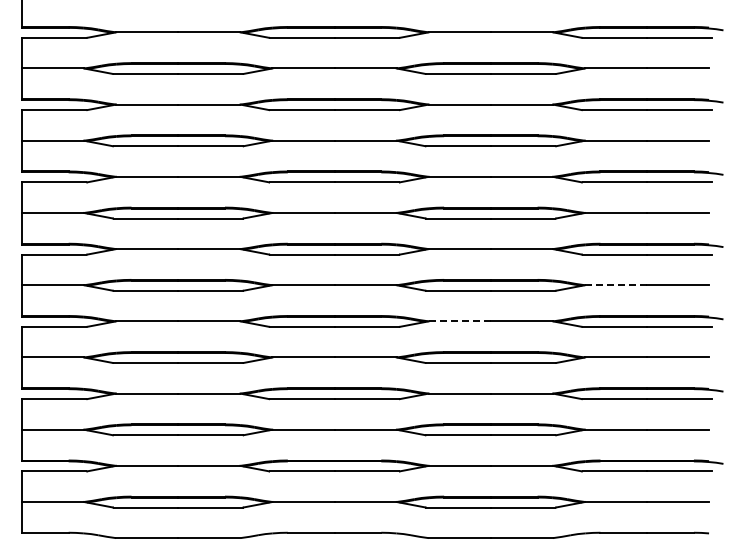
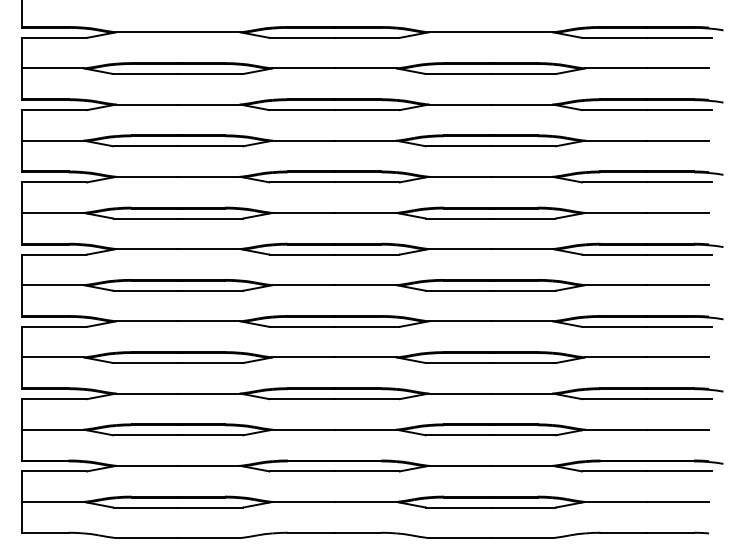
line at (616, 285): dashed -> solid
line at (460, 321): dashed -> solid
